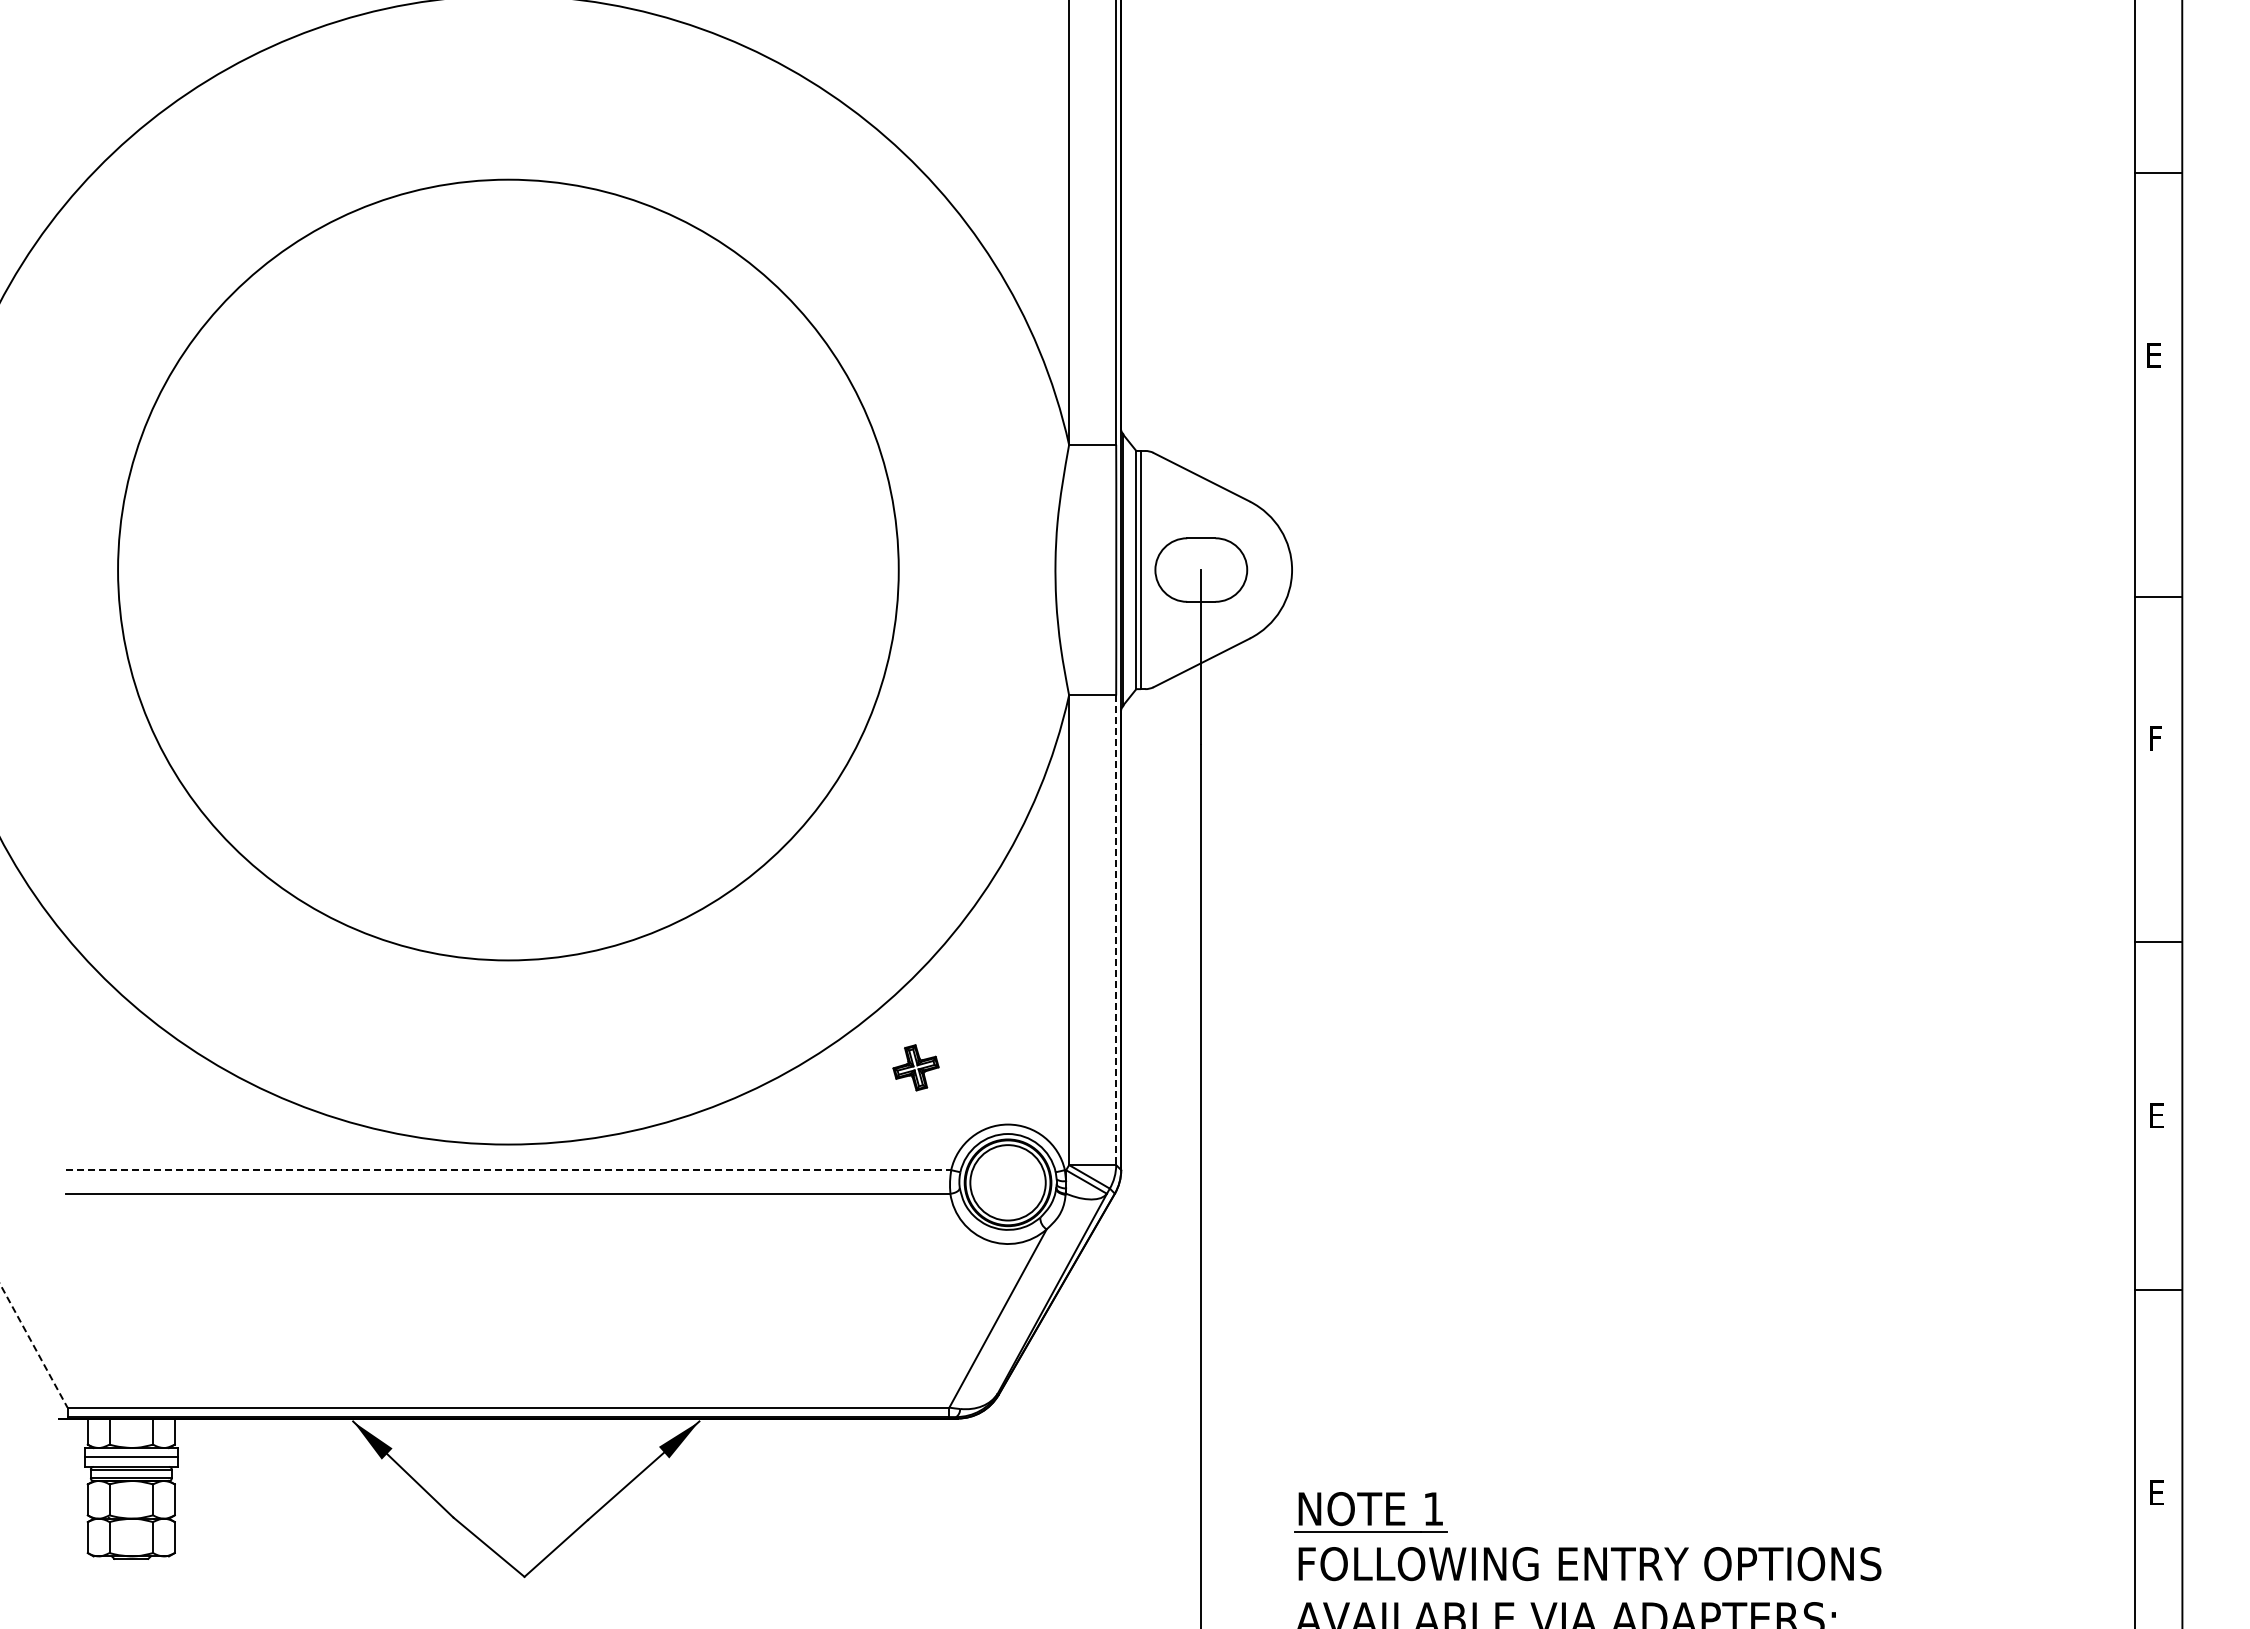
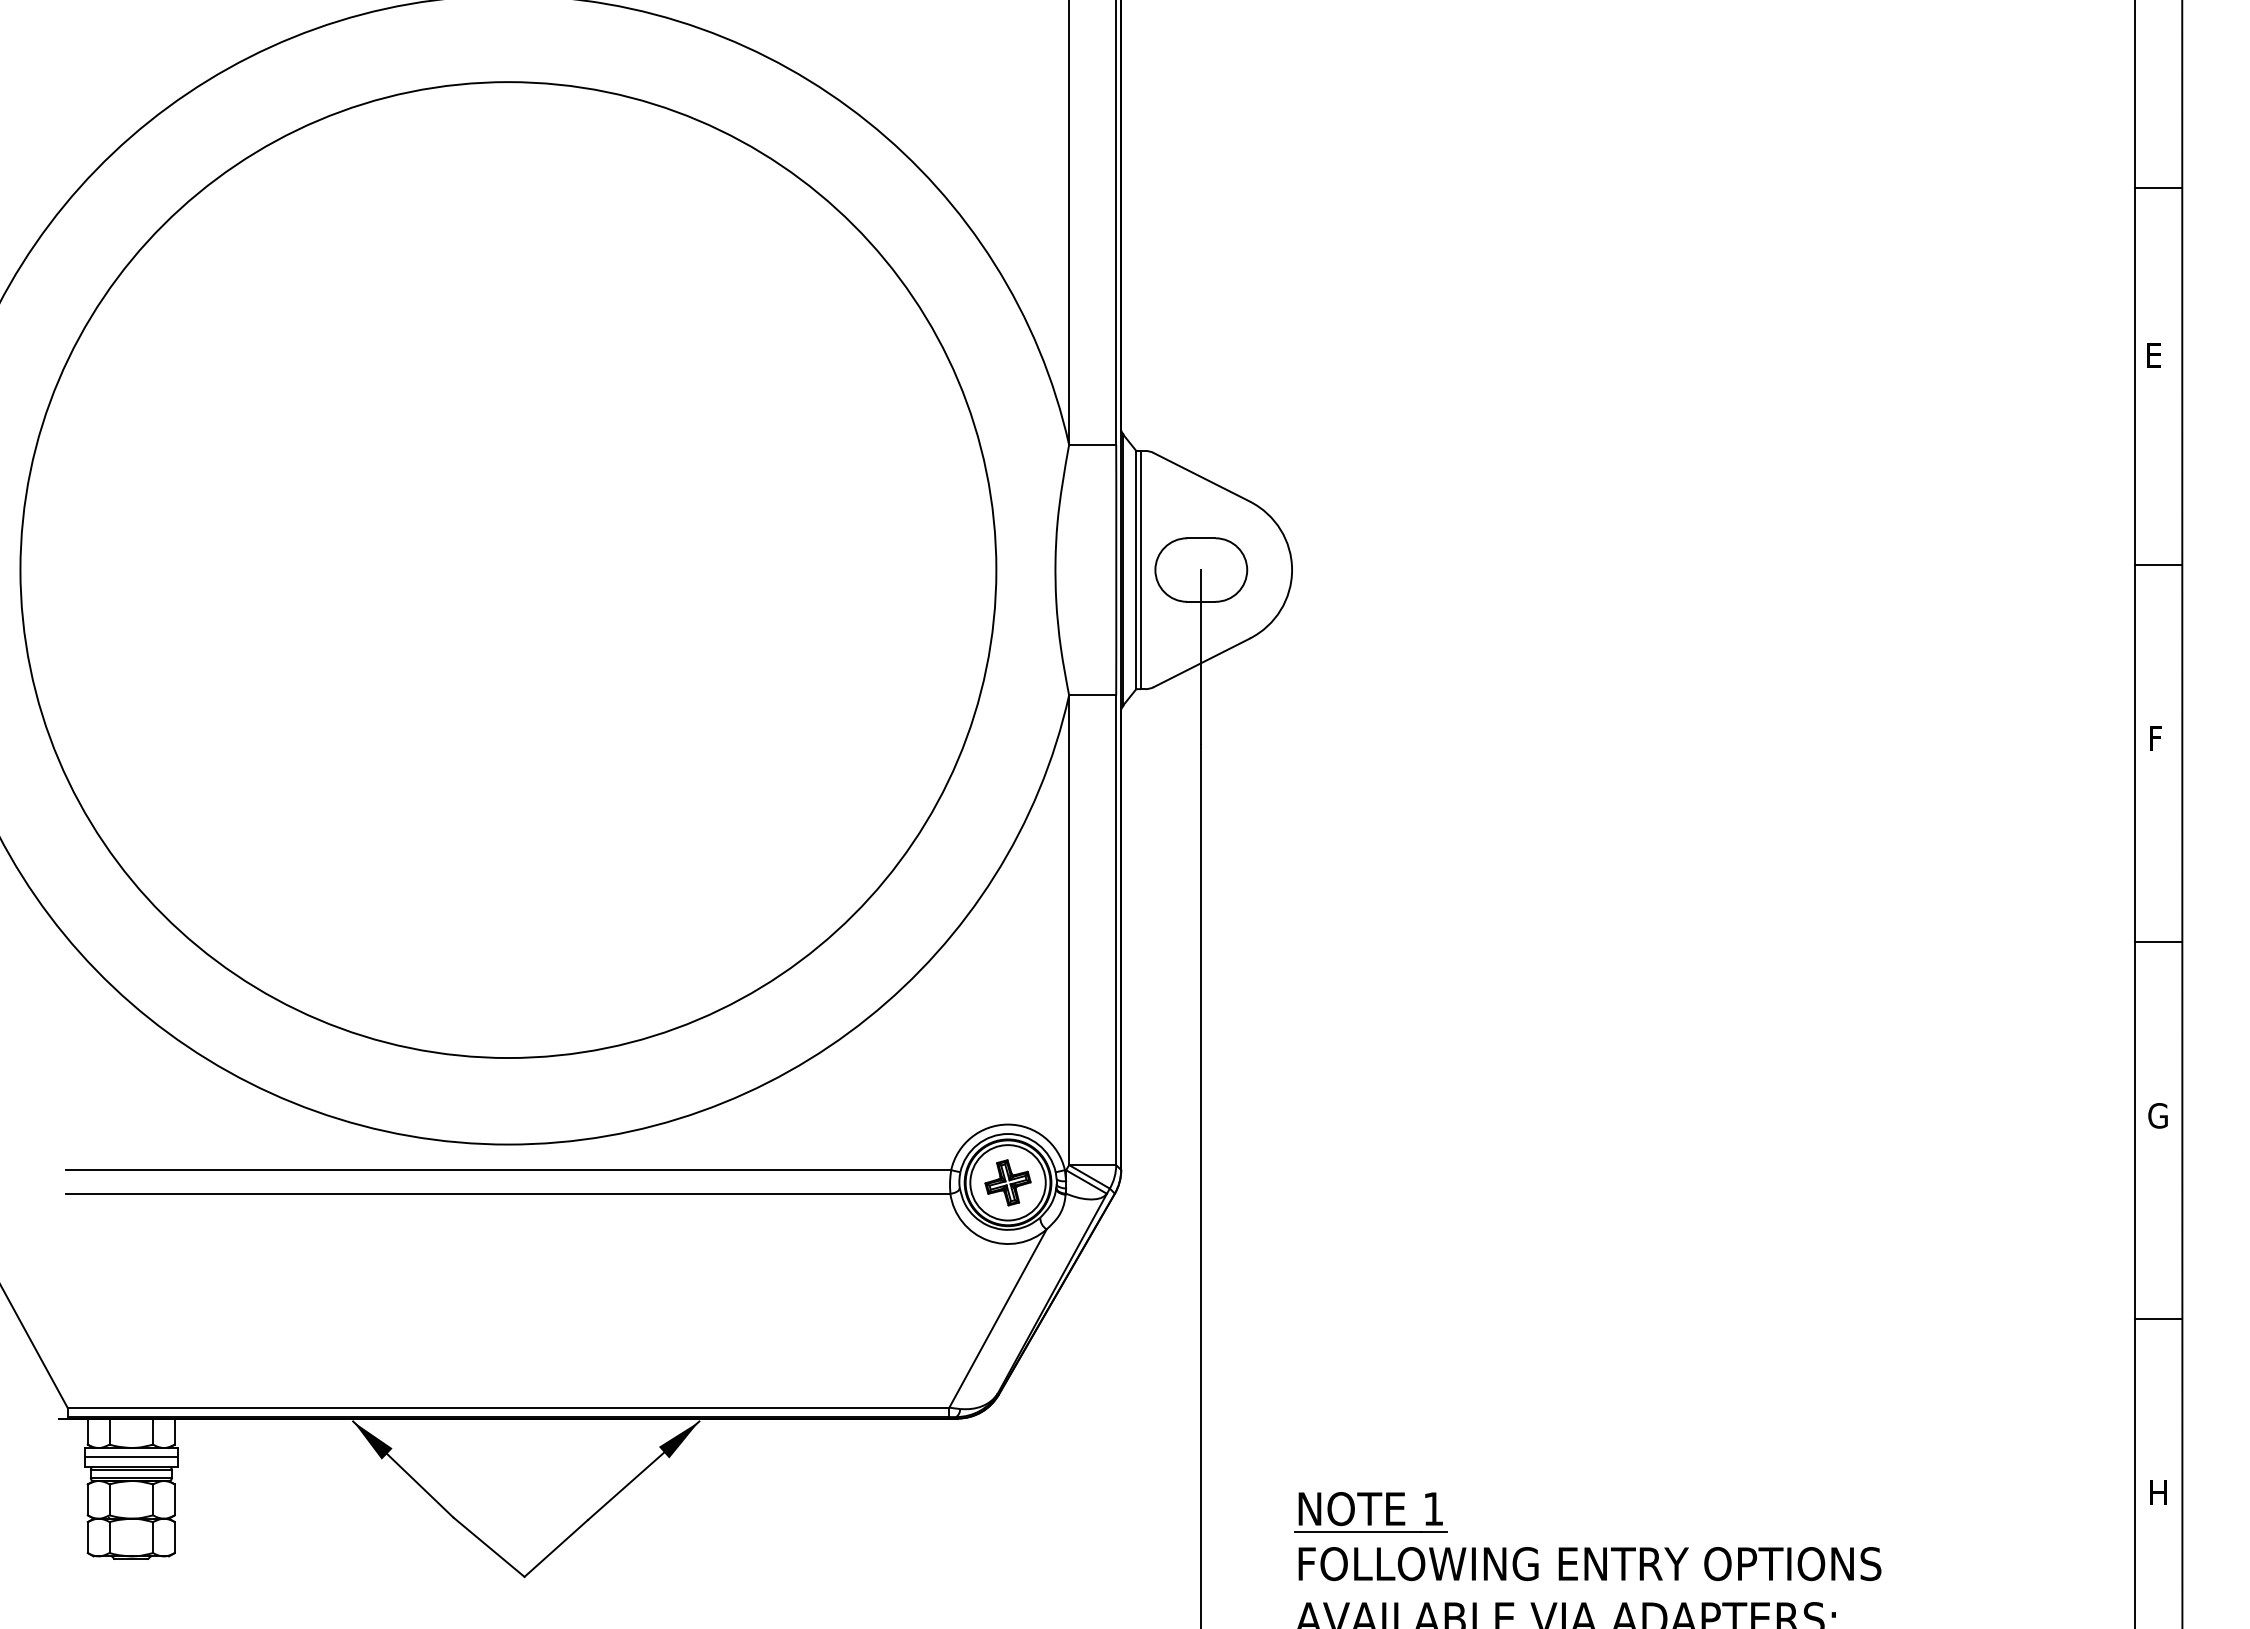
line at (2158, 172) position: (2158, 172) -> (2158, 187)
circle at (508, 569) diameter: 781 px -> 976 px
line at (2158, 596) position: (2158, 596) -> (2158, 564)
line at (1116, 930): dashed -> solid
part at (915, 1067) position: (915, 1067) -> (1007, 1182)
text at (2157, 1115): E -> G
line at (508, 1170): dashed -> solid
line at (2158, 1289) position: (2158, 1289) -> (2158, 1318)
line at (34, 1346): dashed -> solid
text at (2159, 1492): E -> H
